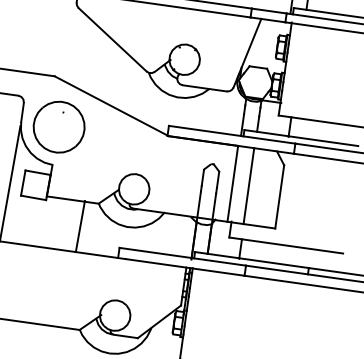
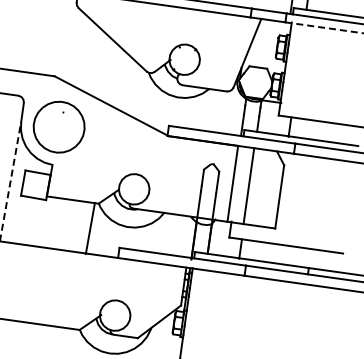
line at (325, 27): solid -> dashed
line at (10, 182): solid -> dashed
line at (79, 226) position: (79, 226) -> (89, 228)
